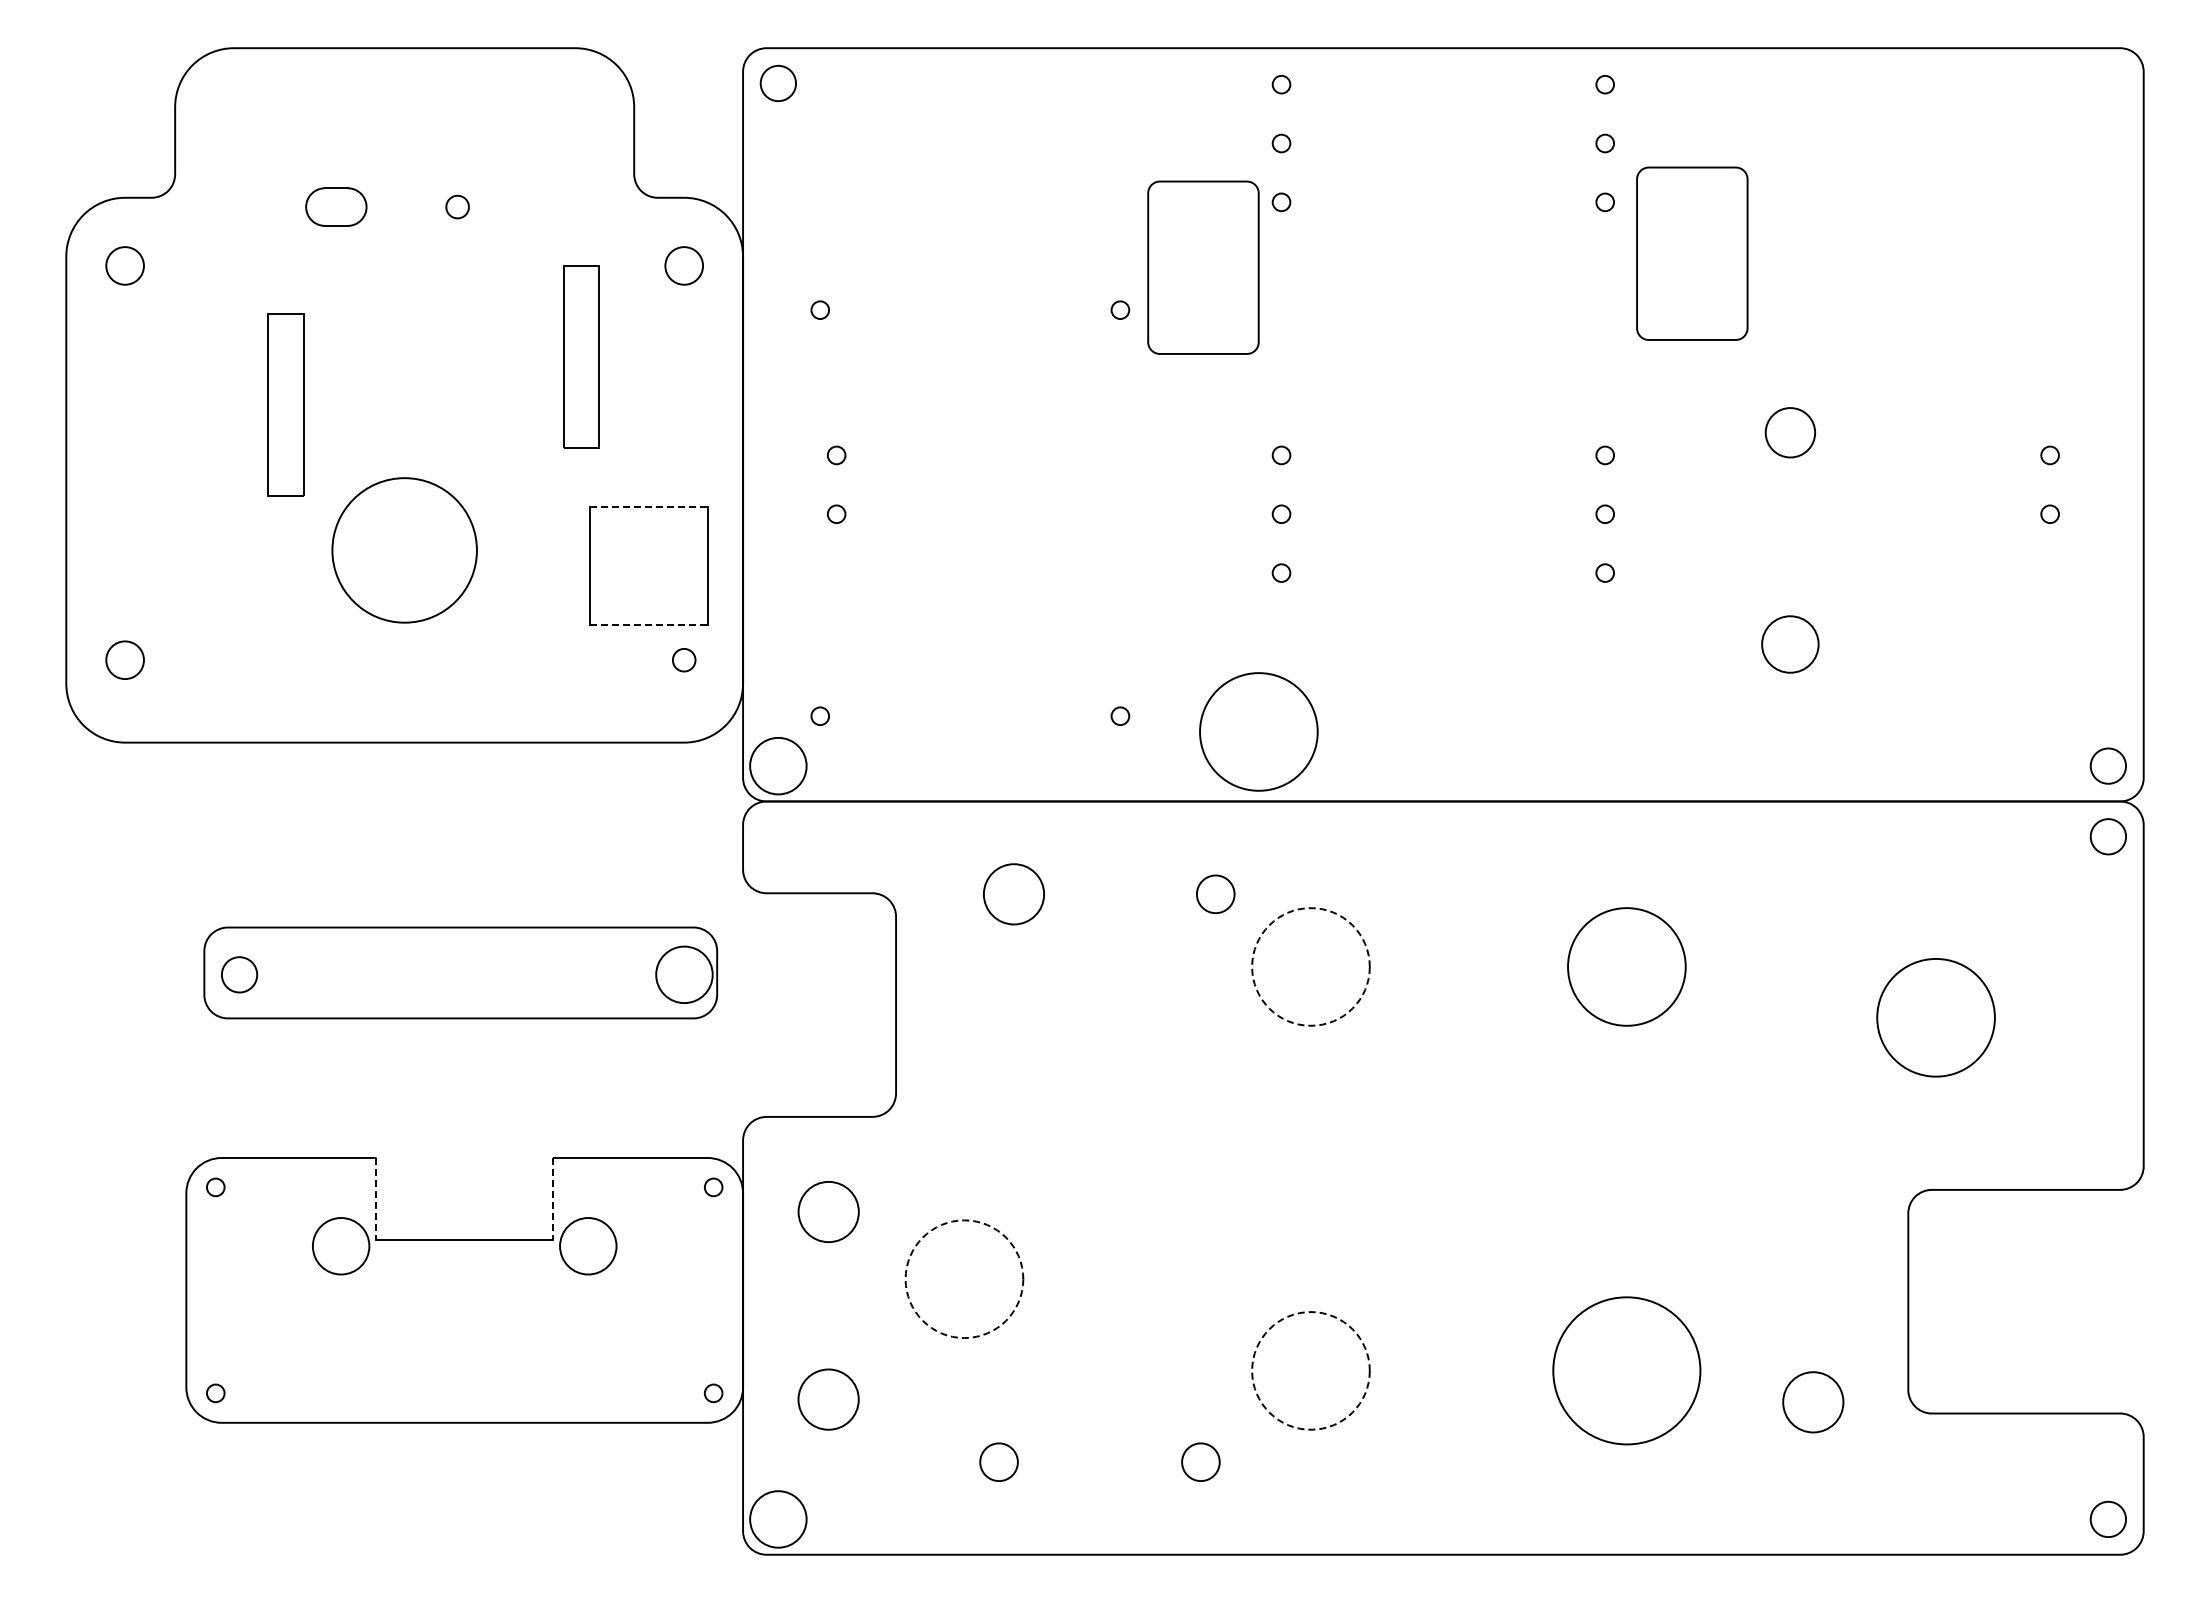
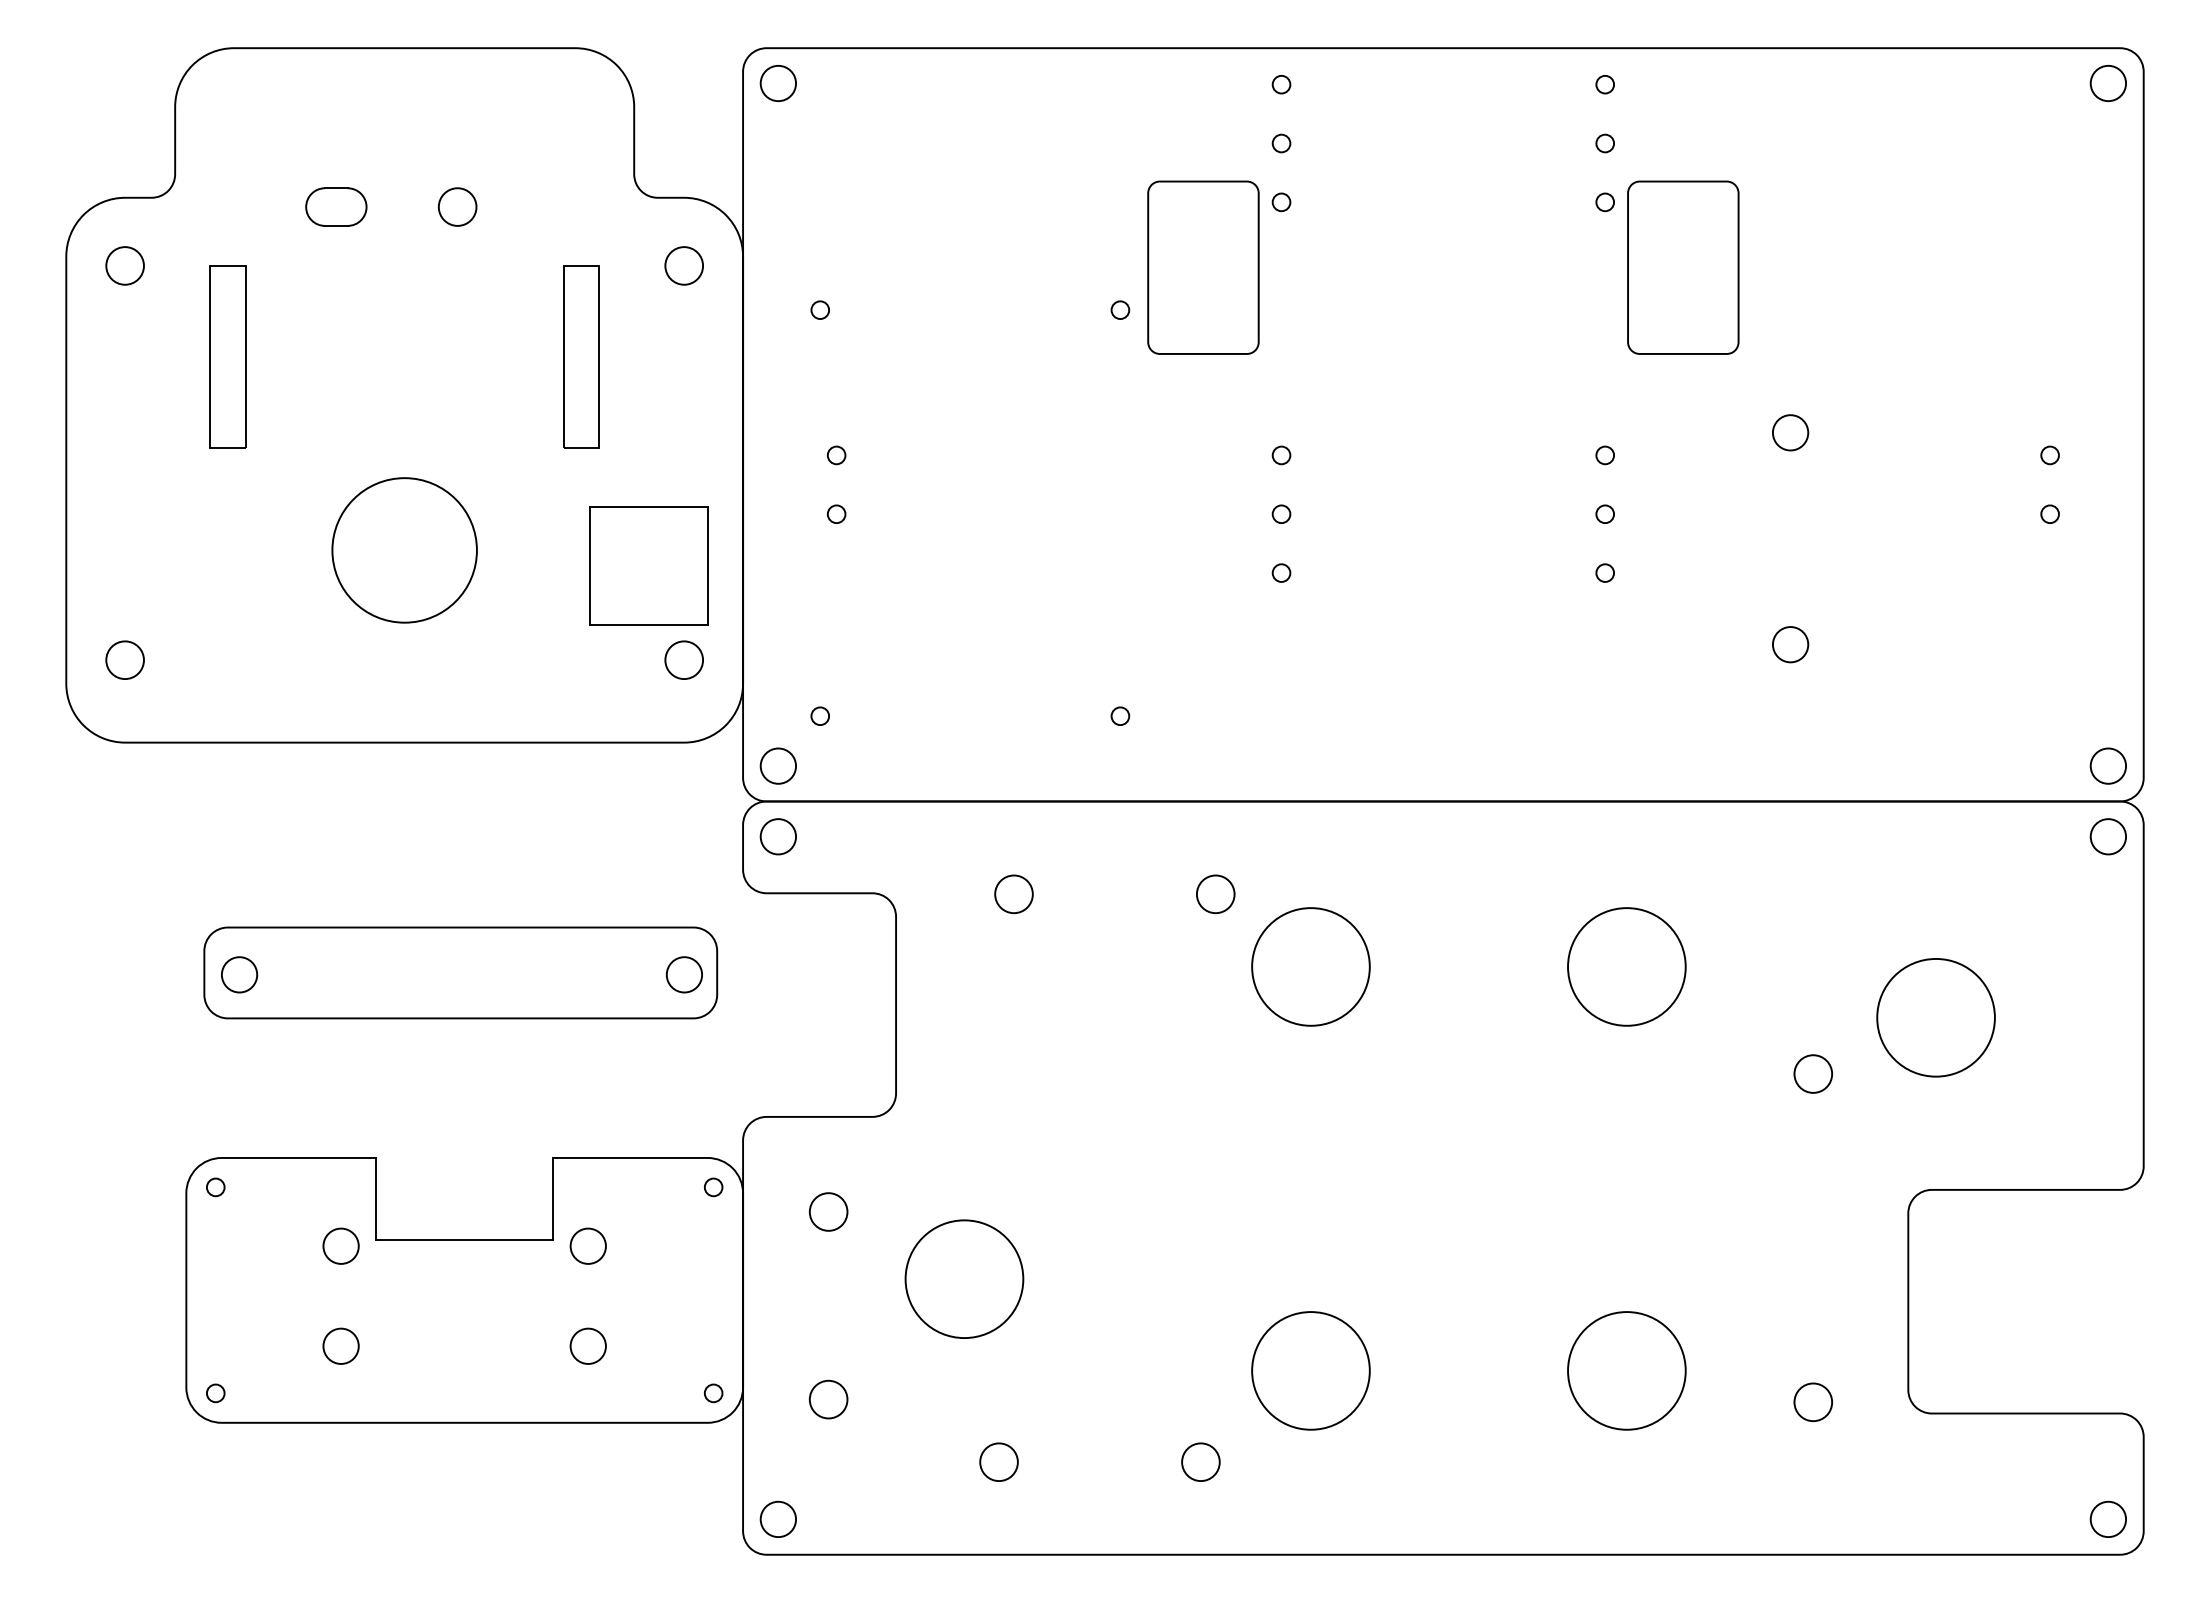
circle at (2107, 83): none -> present
circle at (457, 206) diameter: 23 px -> 38 px
part at (1692, 253) position: (1692, 253) -> (1683, 267)
part at (285, 404) position: (285, 404) -> (227, 356)
circle at (1789, 432) size: 52x52 px -> 38x38 px
line at (648, 507): dashed -> solid
line at (648, 624): dashed -> solid
circle at (1790, 644) size: 59x59 px -> 38x38 px
circle at (683, 659) diameter: 23 px -> 38 px
circle at (1258, 731): present -> none
circle at (778, 765) diameter: 56 px -> 35 px
circle at (777, 836): none -> present
circle at (1013, 894) diameter: 60 px -> 38 px
circle at (1310, 966): dashed -> solid
circle at (684, 974) diameter: 56 px -> 35 px
circle at (1812, 1073): none -> present
line at (376, 1199): dashed -> solid
line at (552, 1199): dashed -> solid
circle at (828, 1211) size: 63x62 px -> 41x40 px
circle at (340, 1246) diameter: 56 px -> 35 px
circle at (588, 1246) diameter: 56 px -> 35 px
circle at (964, 1279): dashed -> solid
circle at (340, 1345): none -> present
circle at (587, 1345): none -> present
circle at (1310, 1370): dashed -> solid
circle at (1626, 1370) size: 150x150 px -> 120x120 px
circle at (828, 1399) diameter: 60 px -> 38 px
circle at (1813, 1402) diameter: 60 px -> 38 px
circle at (778, 1519) diameter: 56 px -> 35 px
